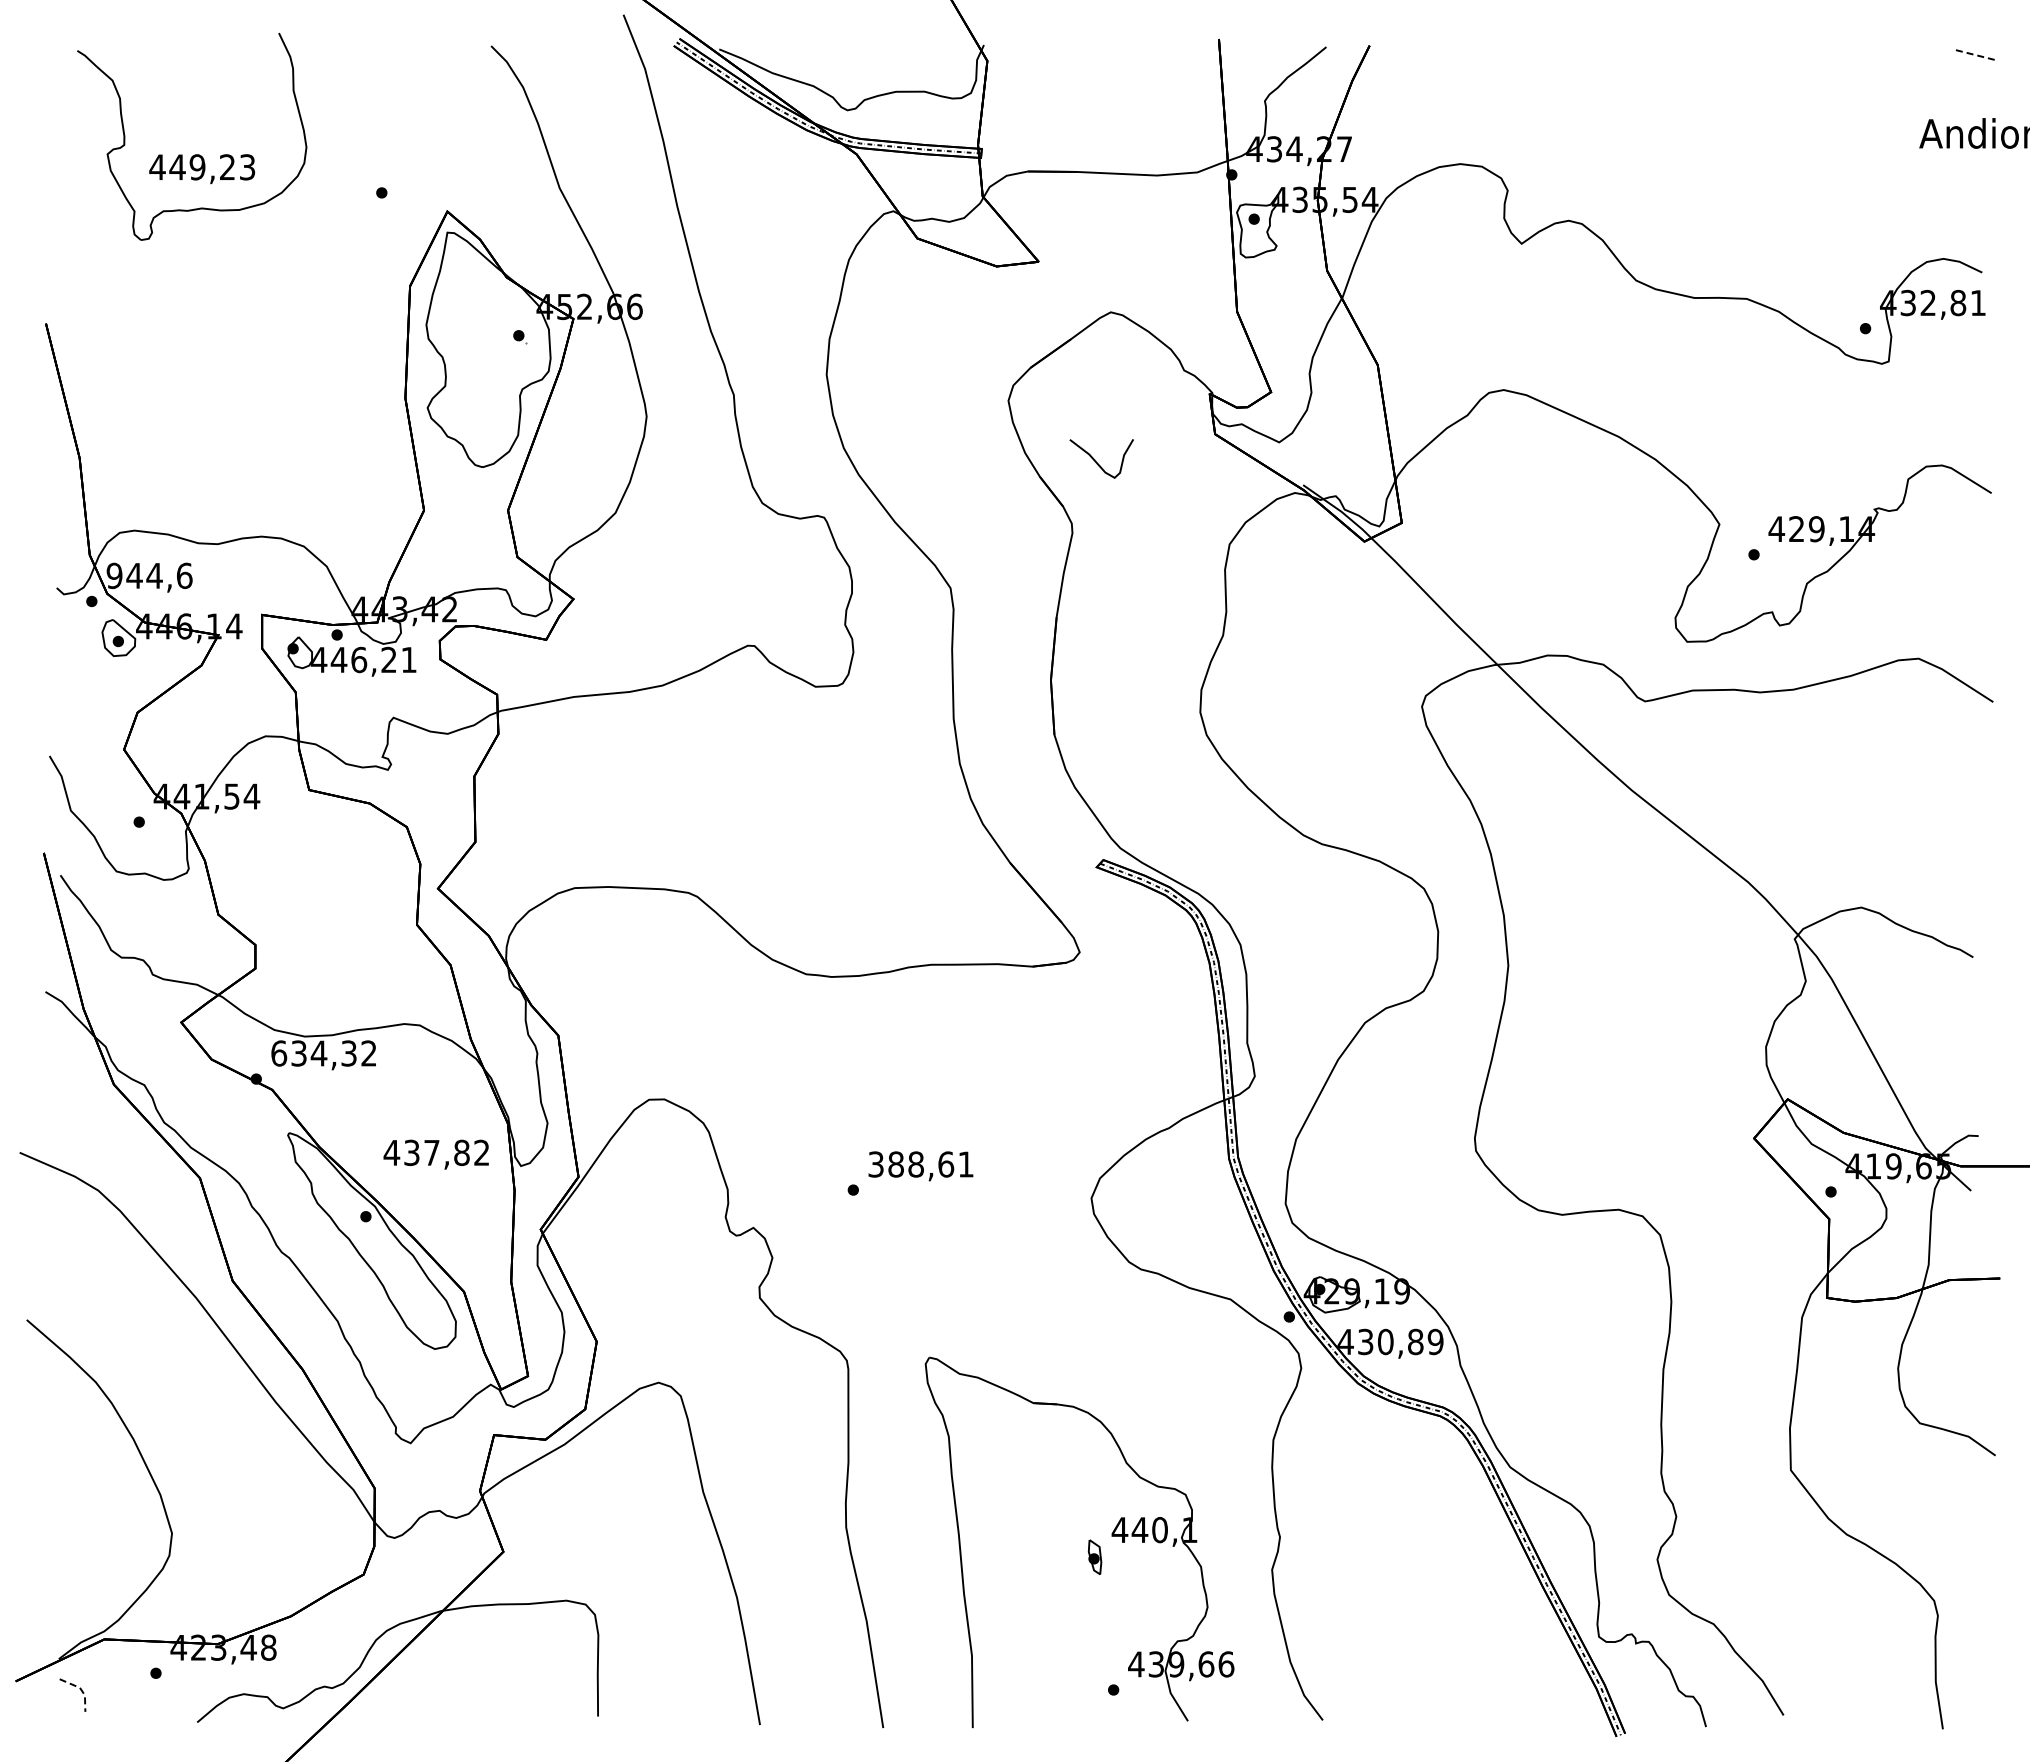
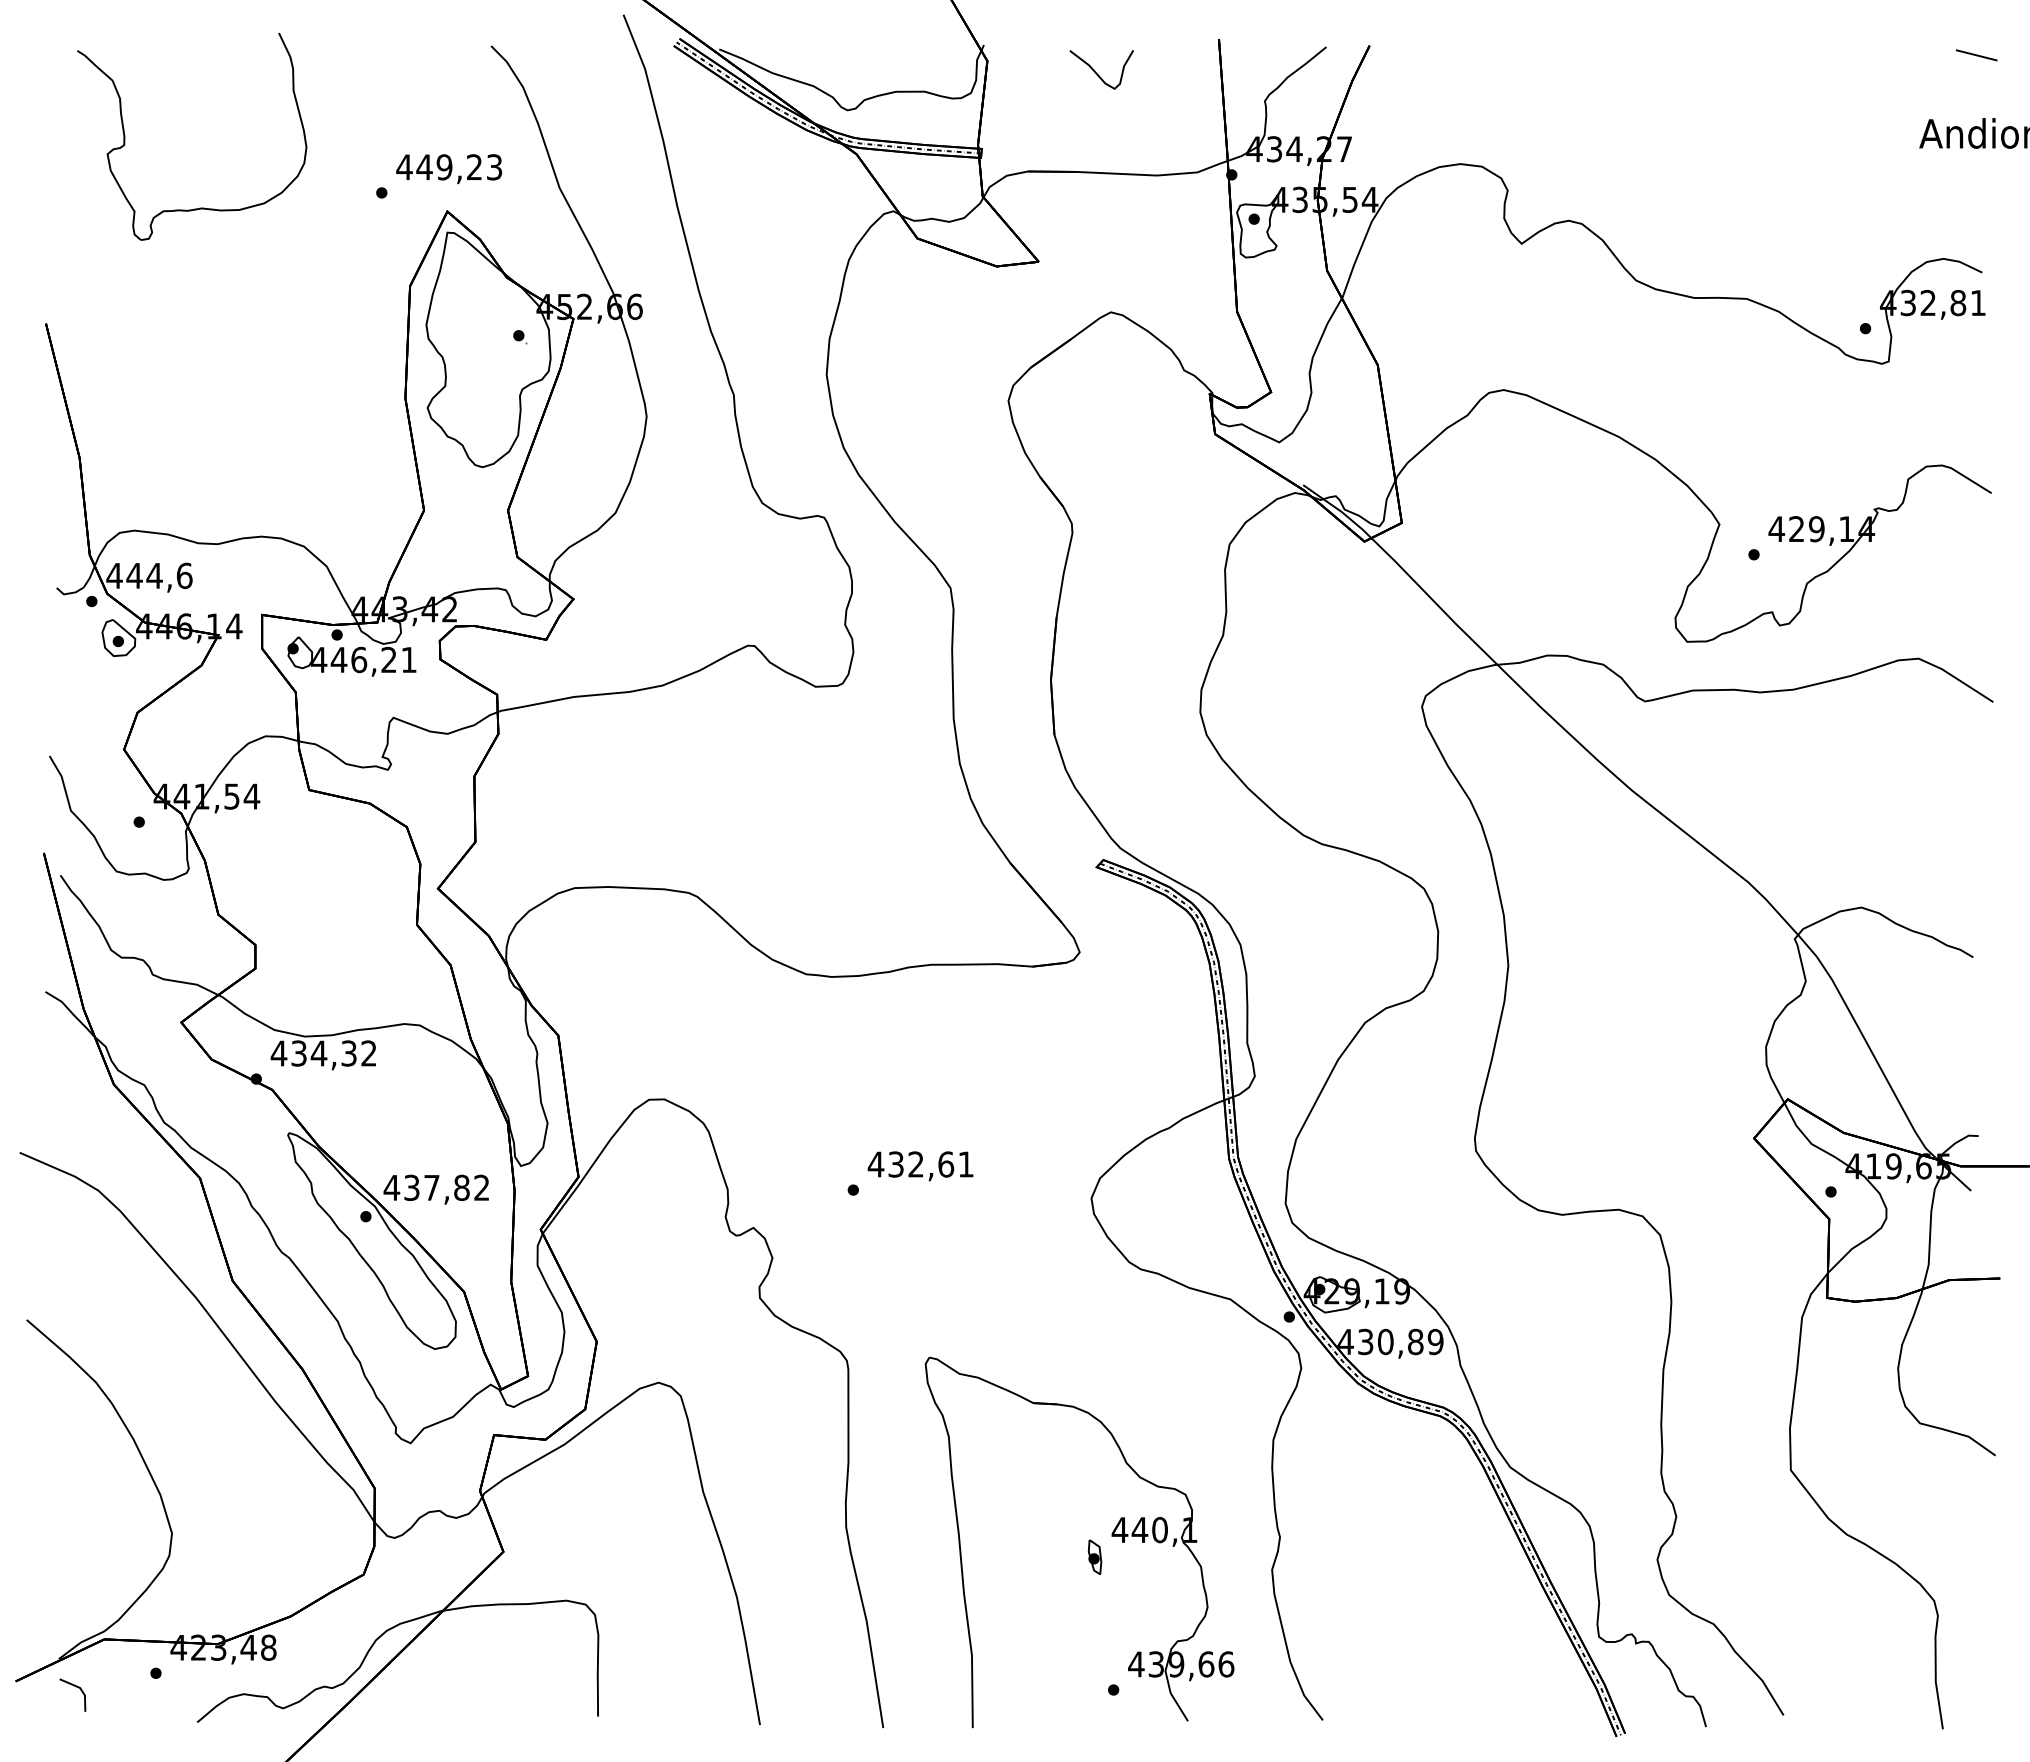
line at (1977, 55): dashed -> solid
text at (202, 169) position: (202, 169) -> (449, 169)
curve at (1097, 462) position: (1097, 462) -> (1097, 73)
text at (114, 575): 944,6 -> 444,6
text at (278, 1053): 634,32 -> 434,32
text at (435, 1154) position: (435, 1154) -> (435, 1189)
text at (895, 1164): 388,61 -> 432,61
line at (81, 1689): dashed -> solid
